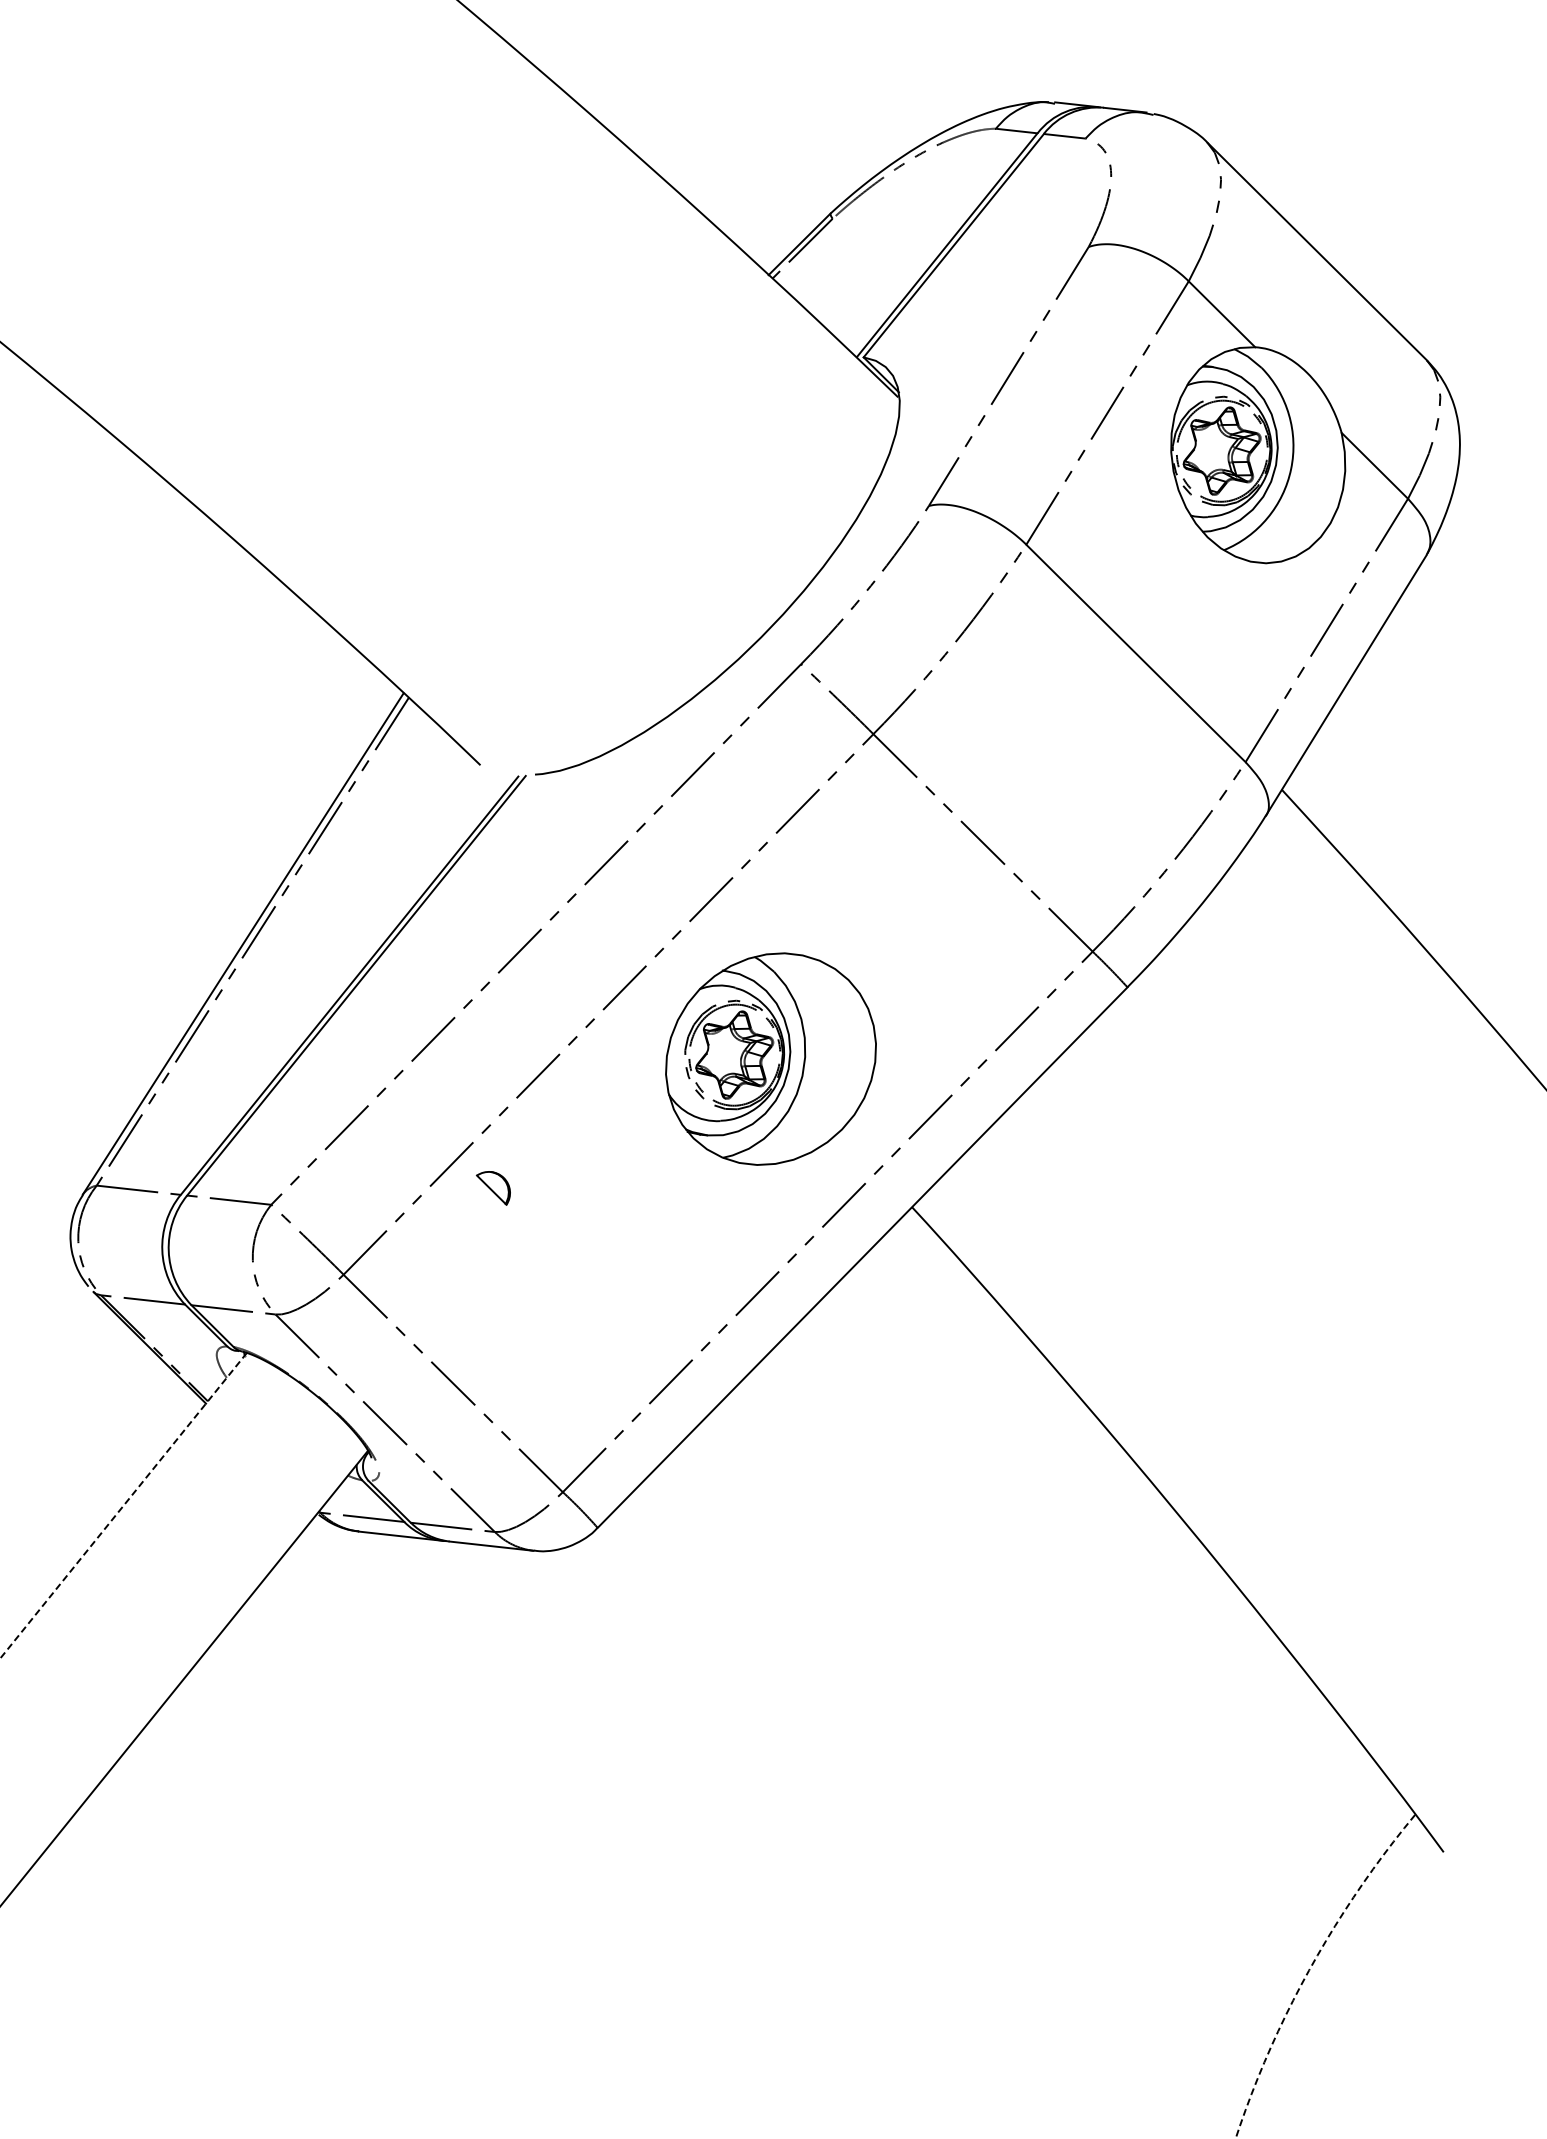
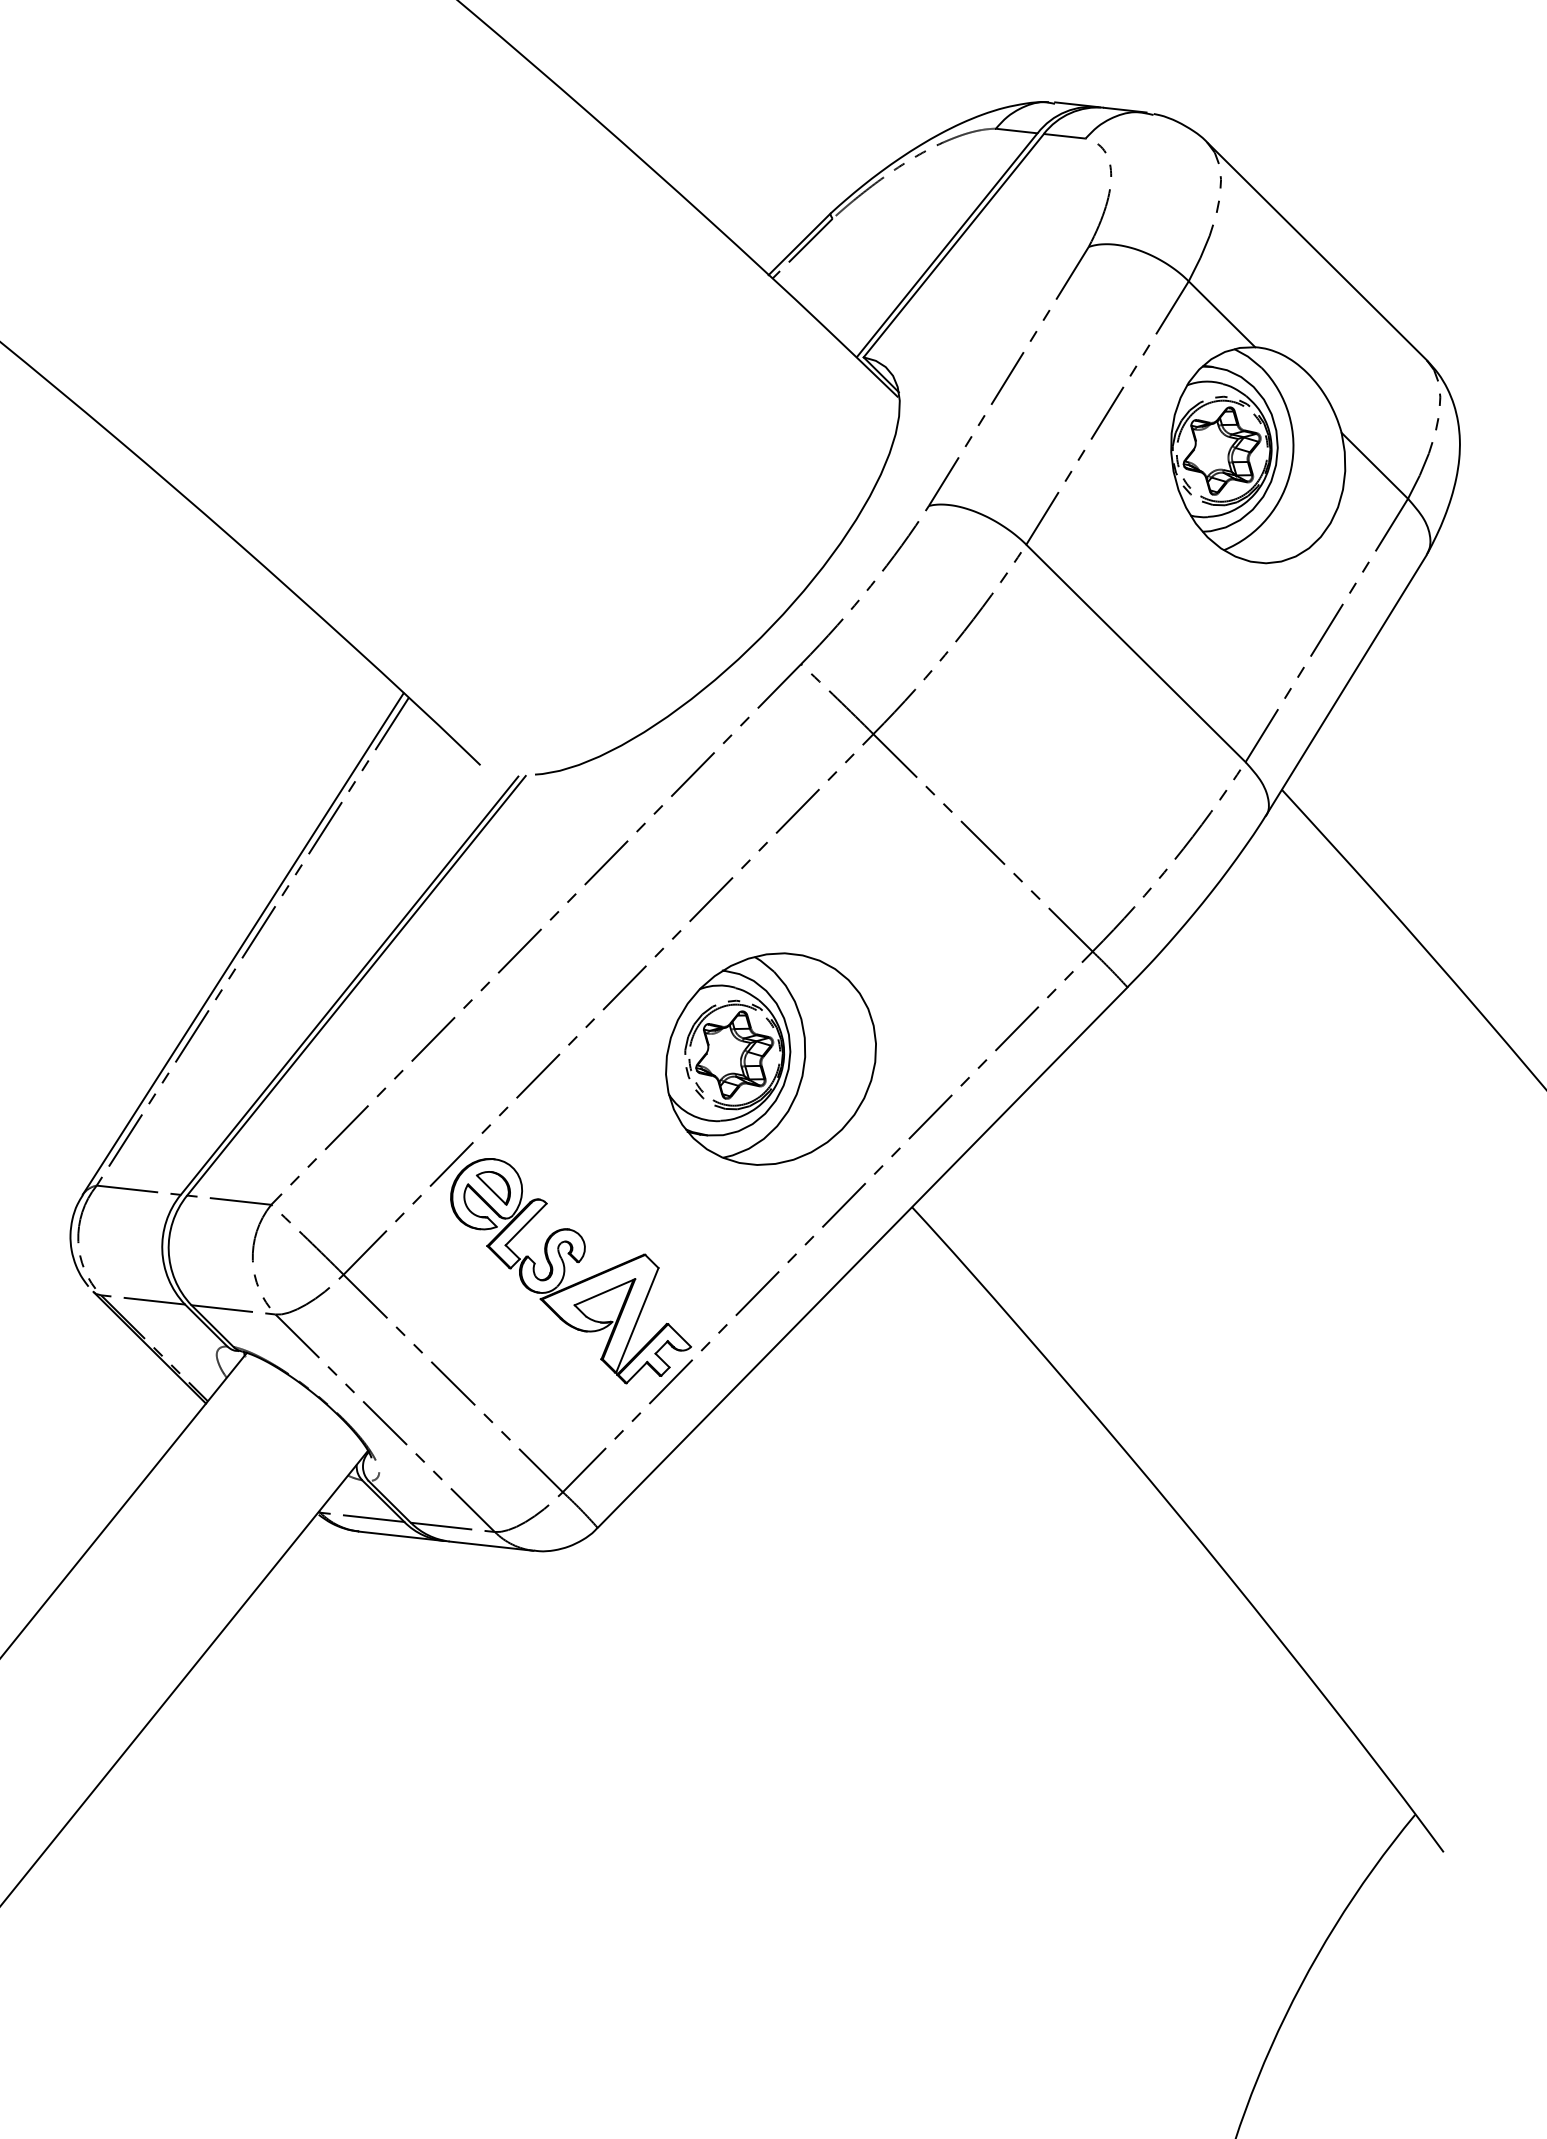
part at (570, 1271): none -> present
line at (123, 1506): dashed -> solid
arc at (1309, 1969): dashed -> solid
